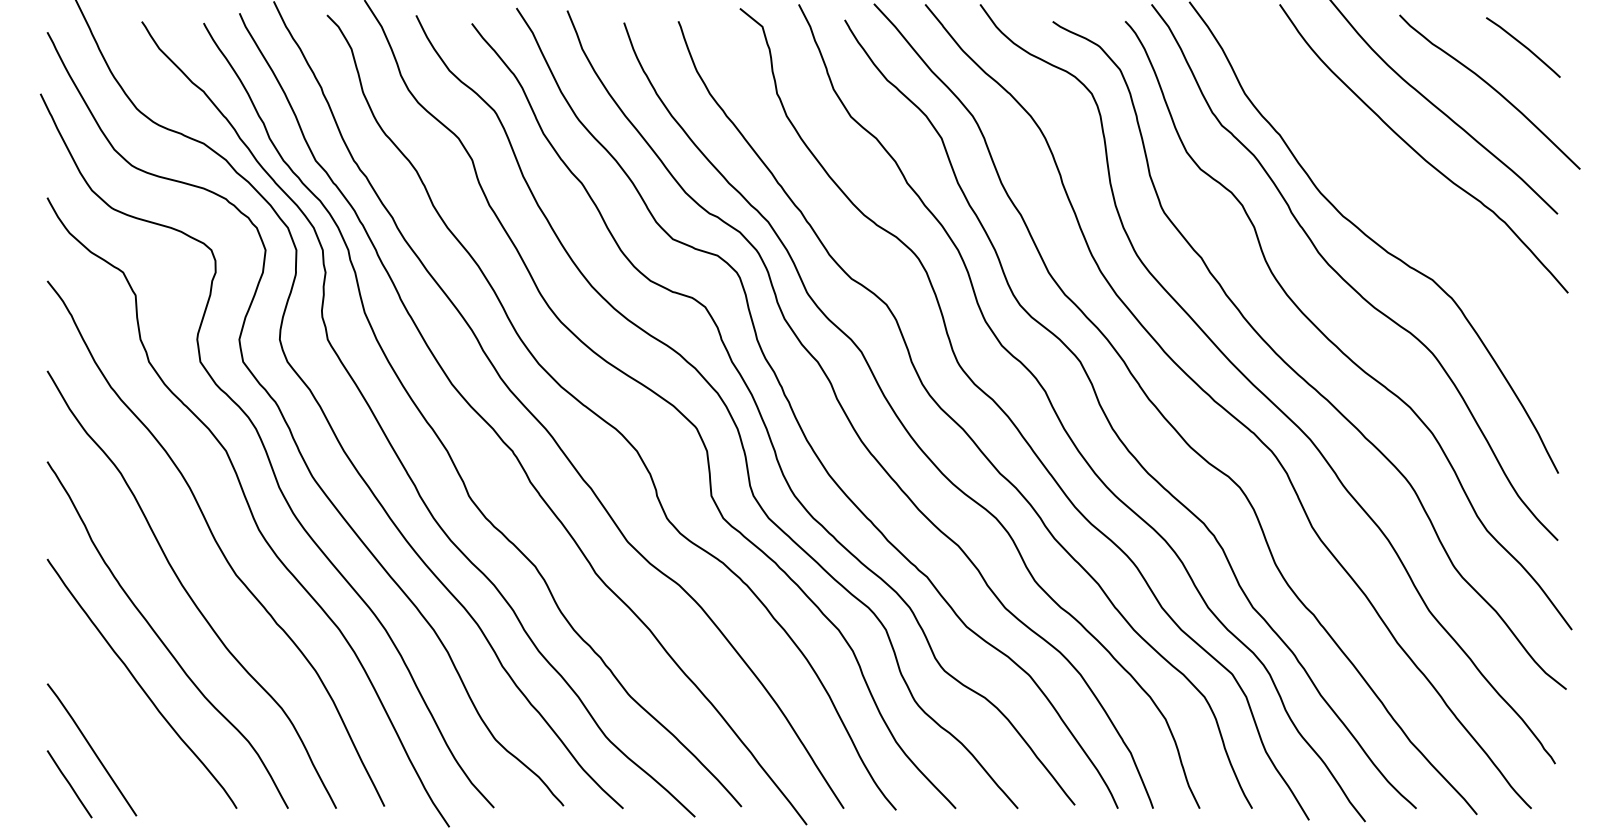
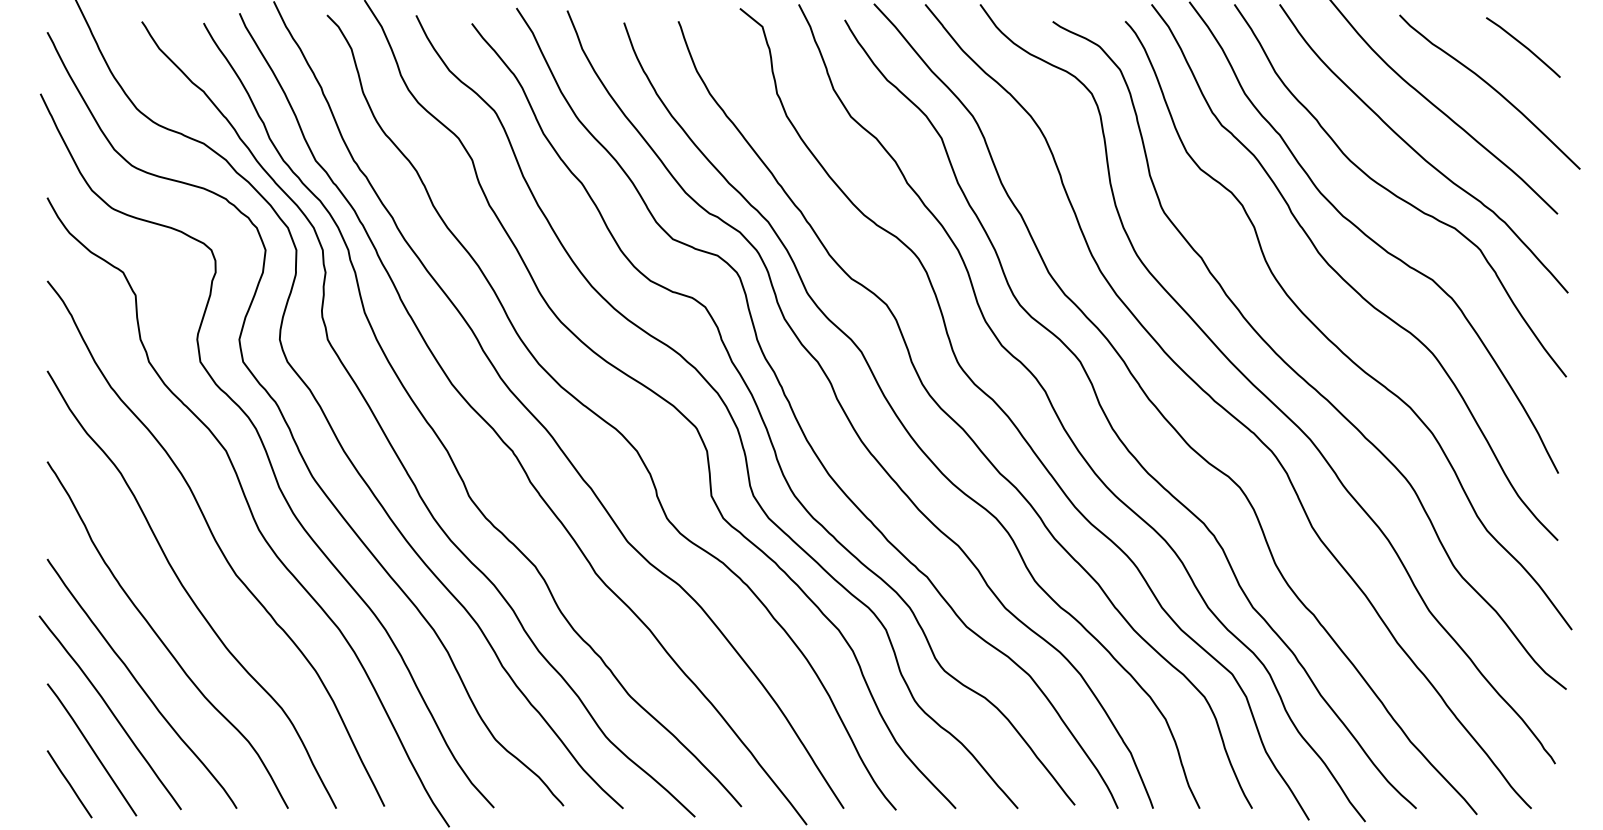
curve at (1397, 195): none -> present
curve at (110, 711): none -> present
